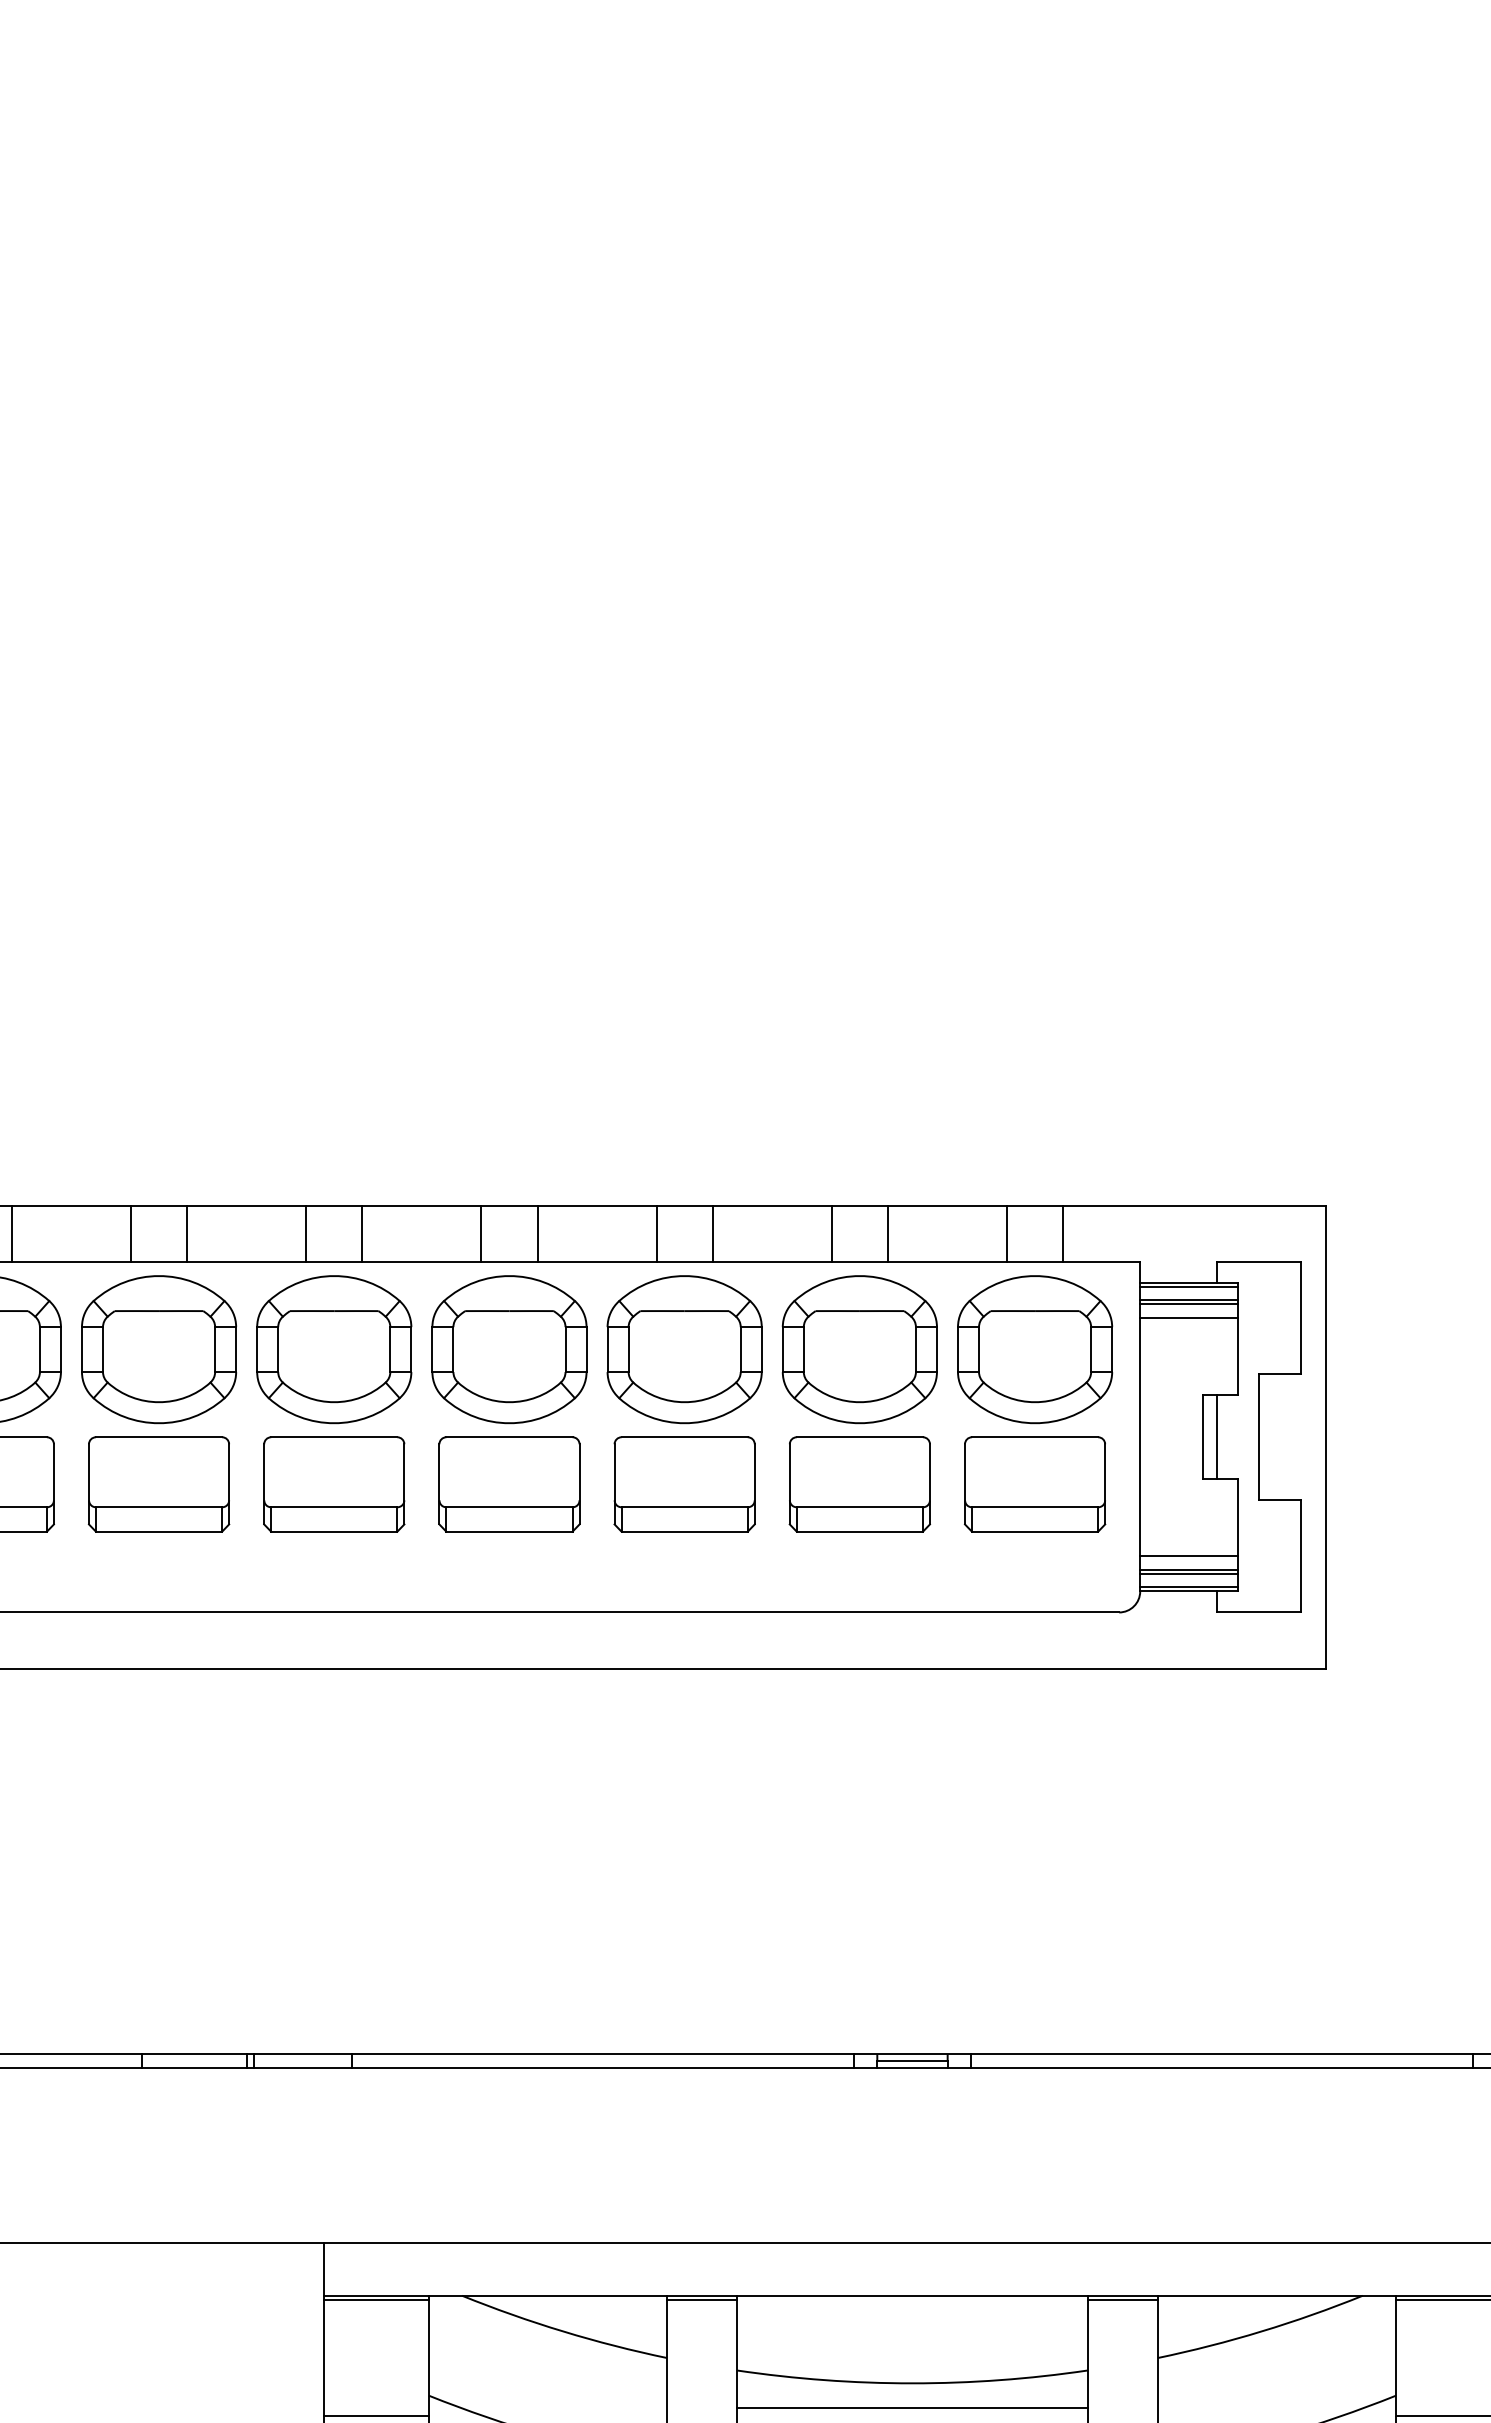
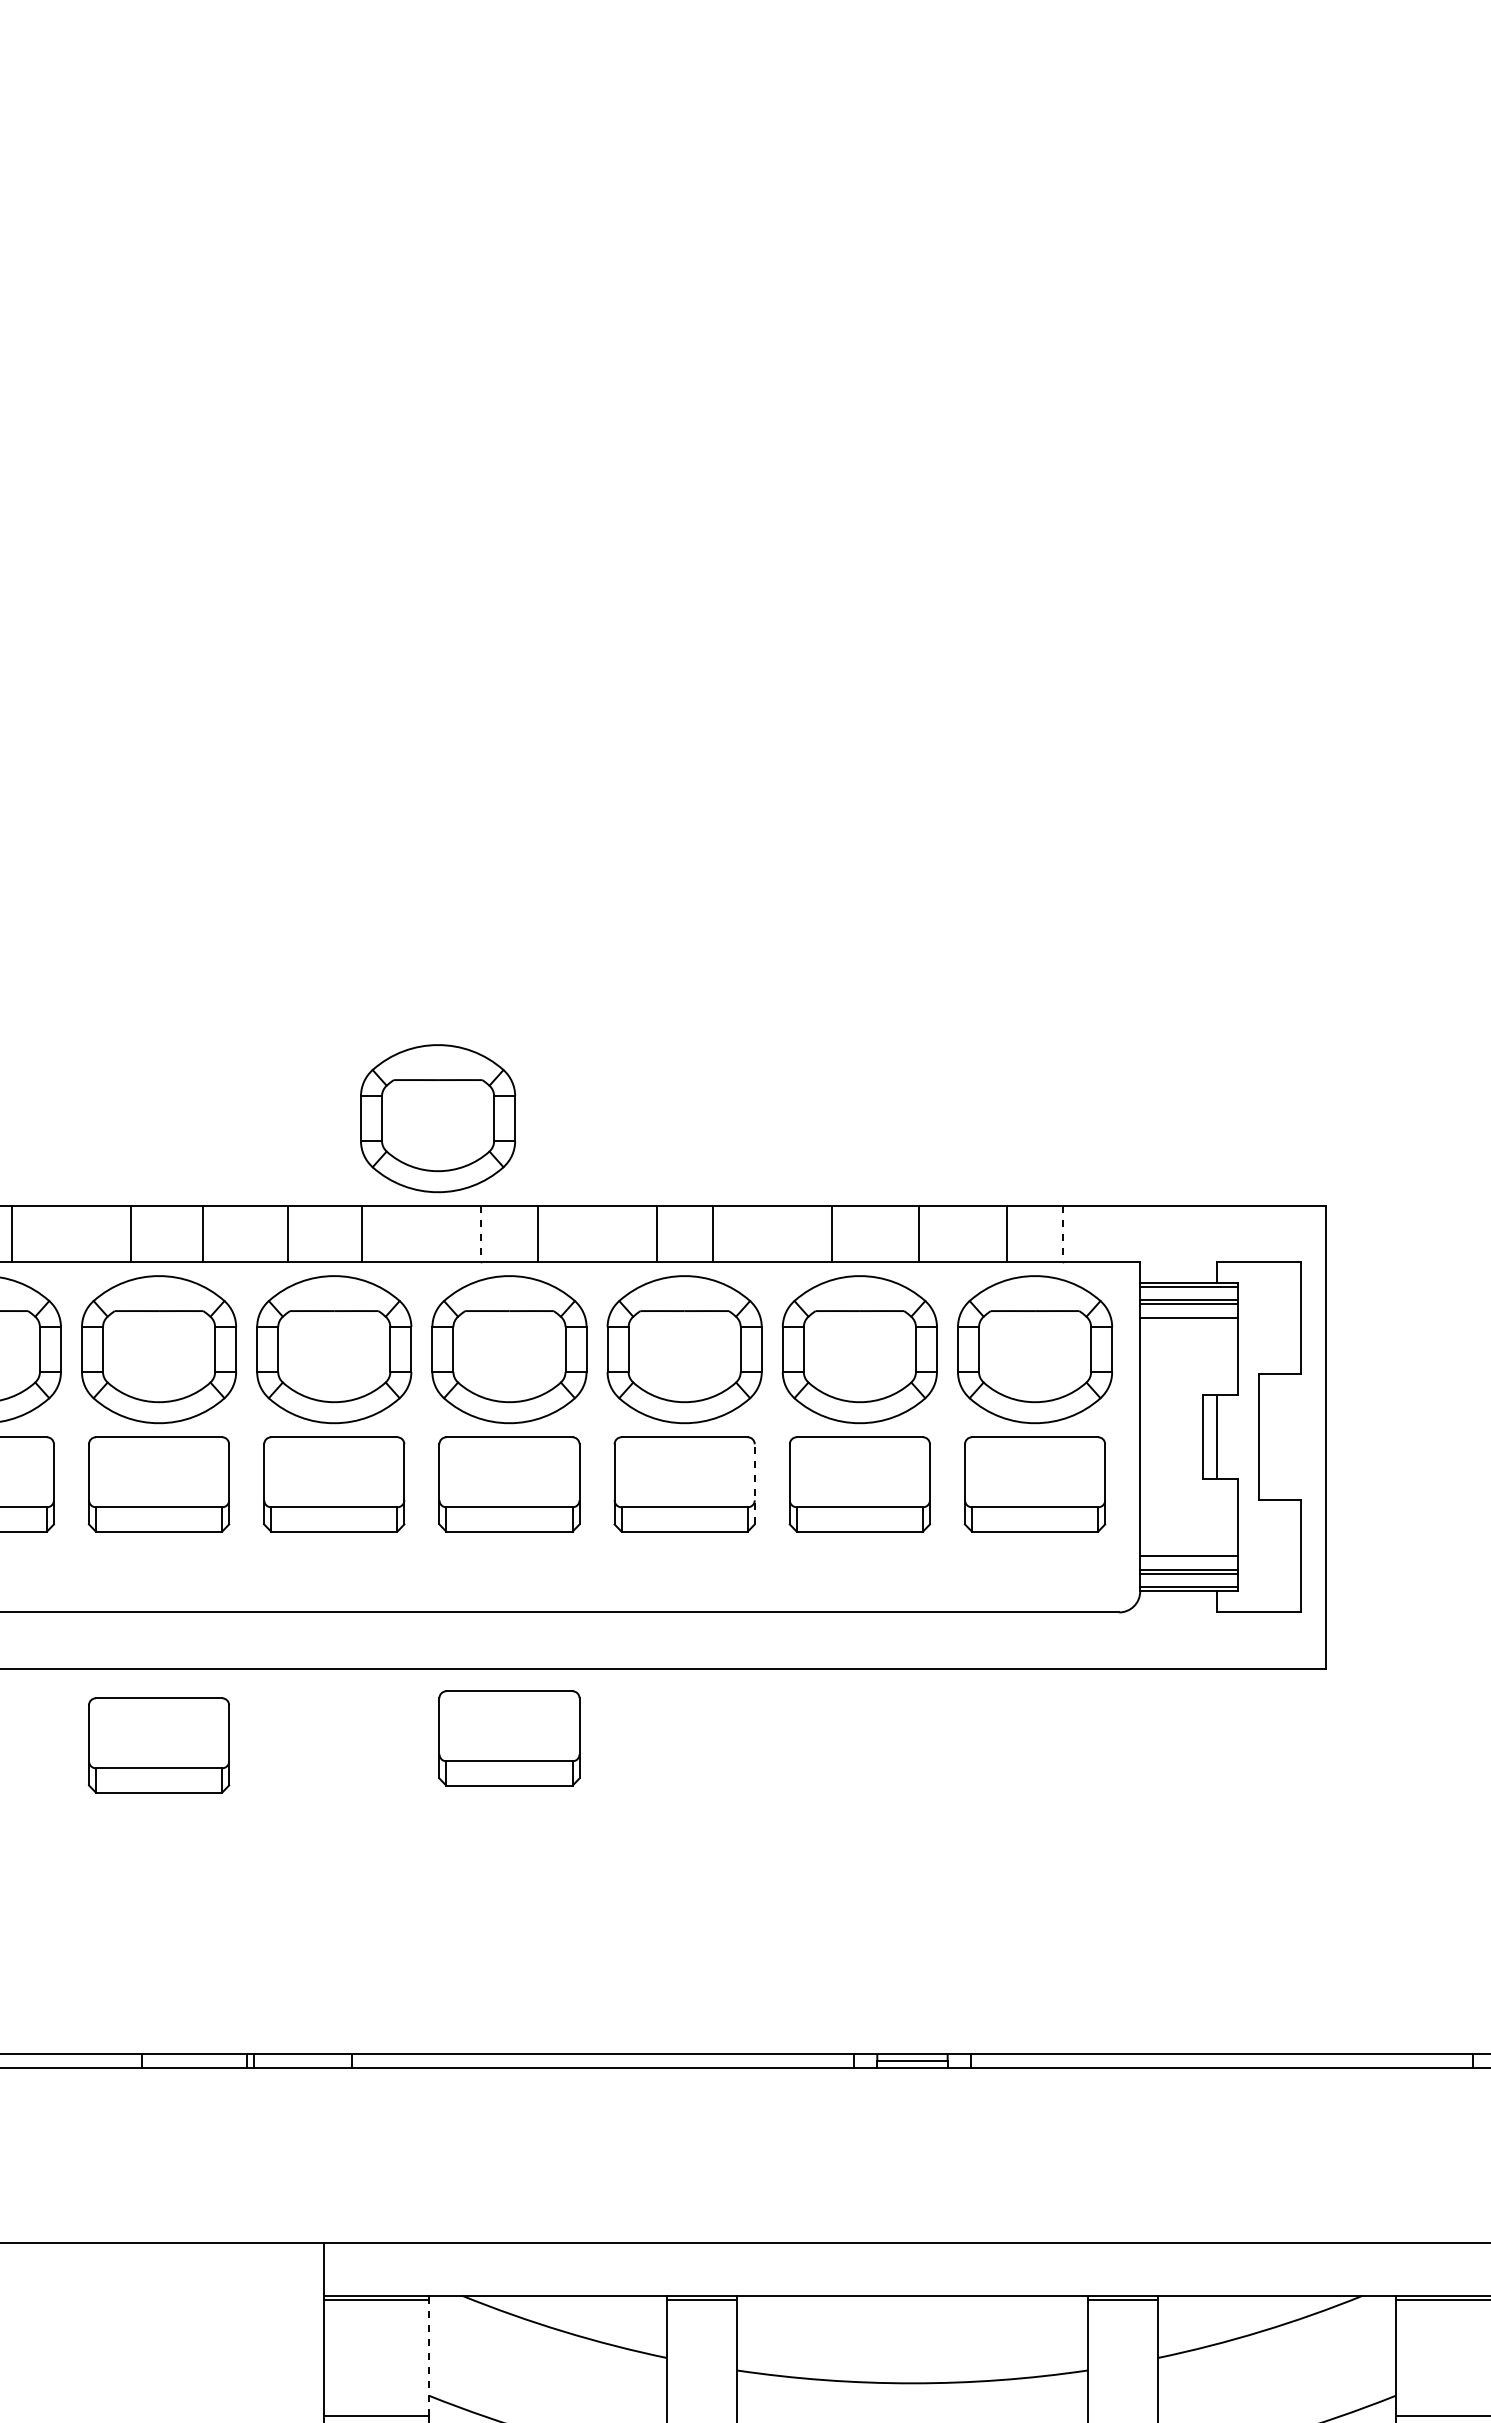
part at (438, 1118): none -> present
line at (187, 1233) position: (187, 1233) -> (203, 1233)
line at (306, 1233) position: (306, 1233) -> (288, 1233)
line at (887, 1233) position: (887, 1233) -> (918, 1233)
line at (481, 1234): solid -> dashed
line at (1063, 1234): solid -> dashed
line at (754, 1483): solid -> dashed
part at (509, 1738): none -> present
part at (158, 1745): none -> present
line at (428, 2357): solid -> dashed
line at (912, 2407): present -> none
